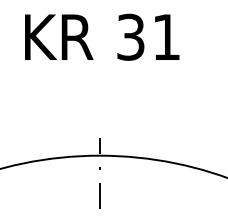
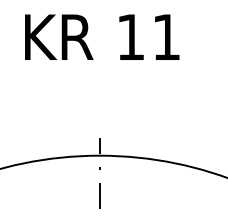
text at (130, 36): 31 -> 11
